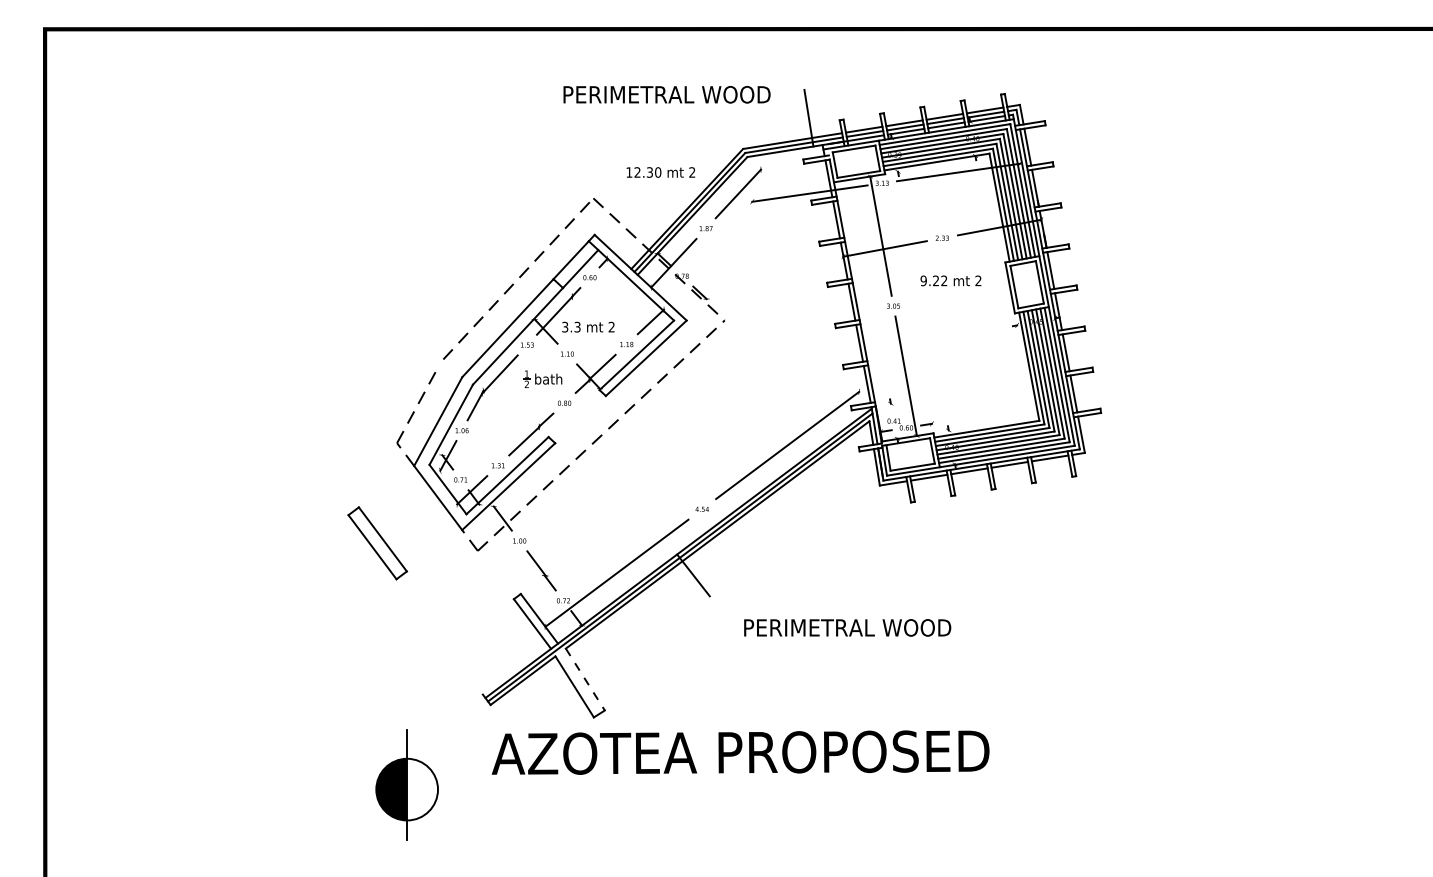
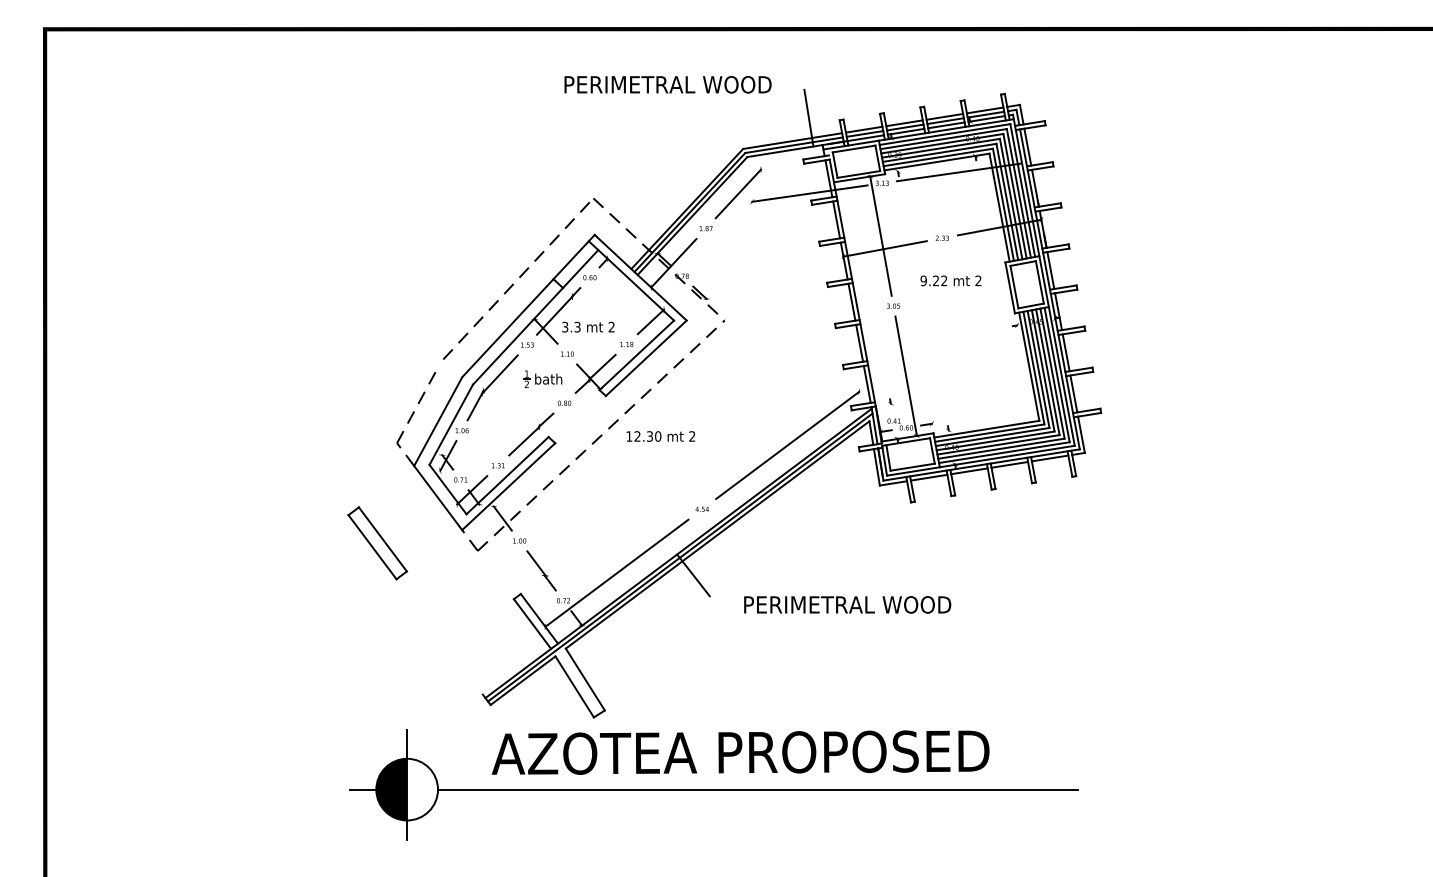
text at (666, 94) position: (666, 94) -> (667, 84)
text at (660, 172) position: (660, 172) -> (660, 436)
text at (847, 627) position: (847, 627) -> (847, 604)
line at (585, 679): dashed -> solid
line at (363, 789): none -> present
line at (757, 789): none -> present
